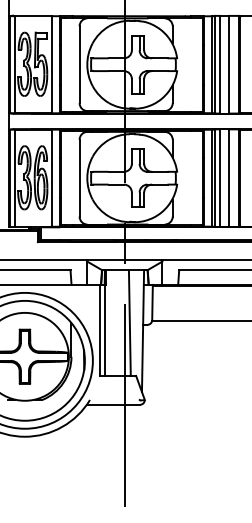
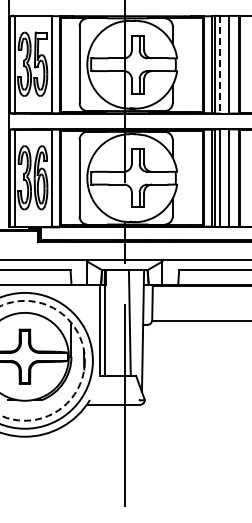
line at (219, 64): solid -> dashed
circle at (42, 360): solid -> dashed
